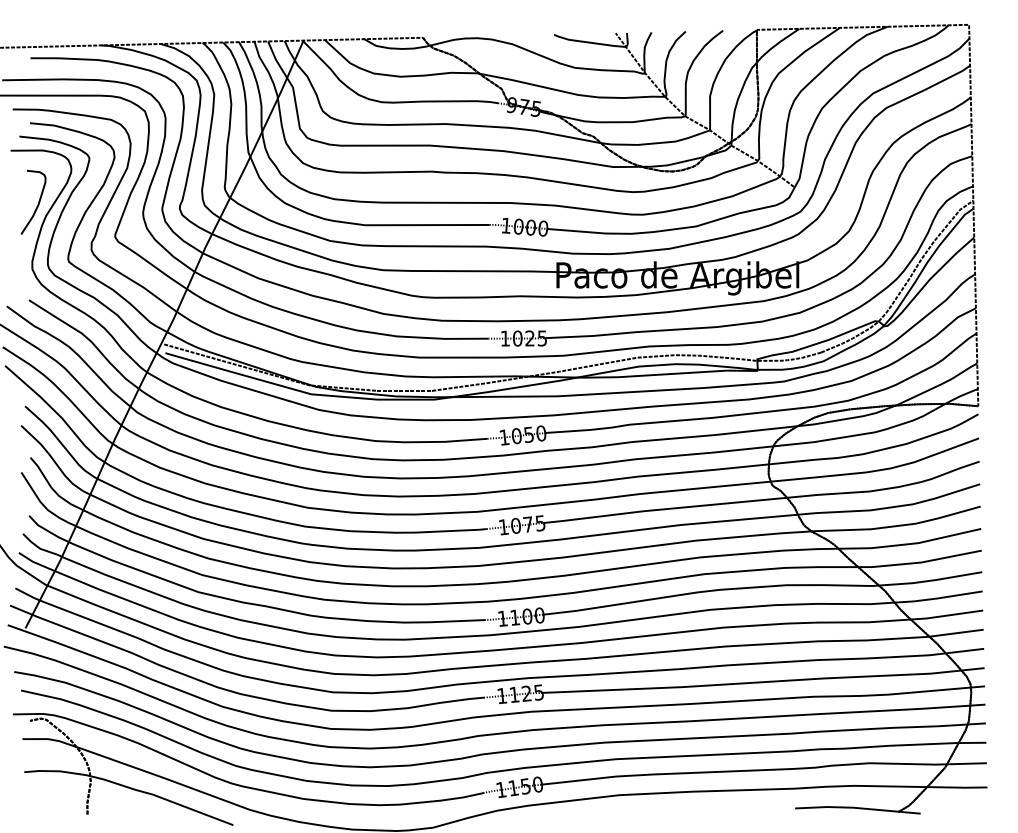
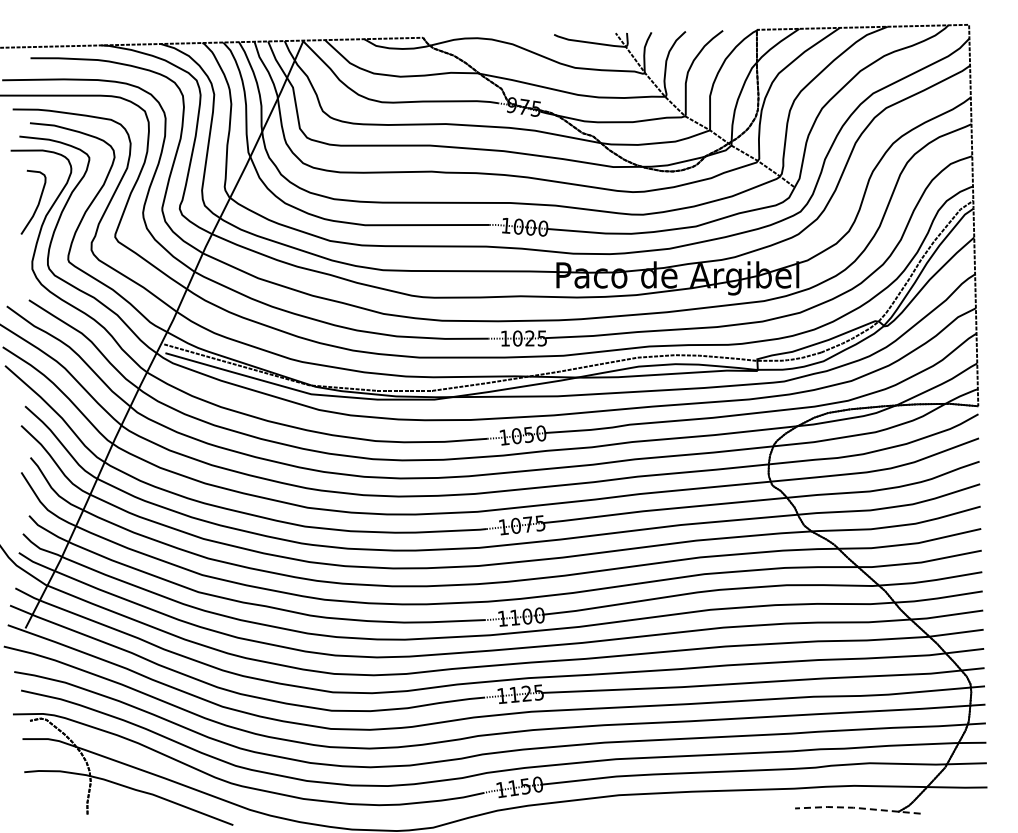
line at (856, 808): solid -> dashed
